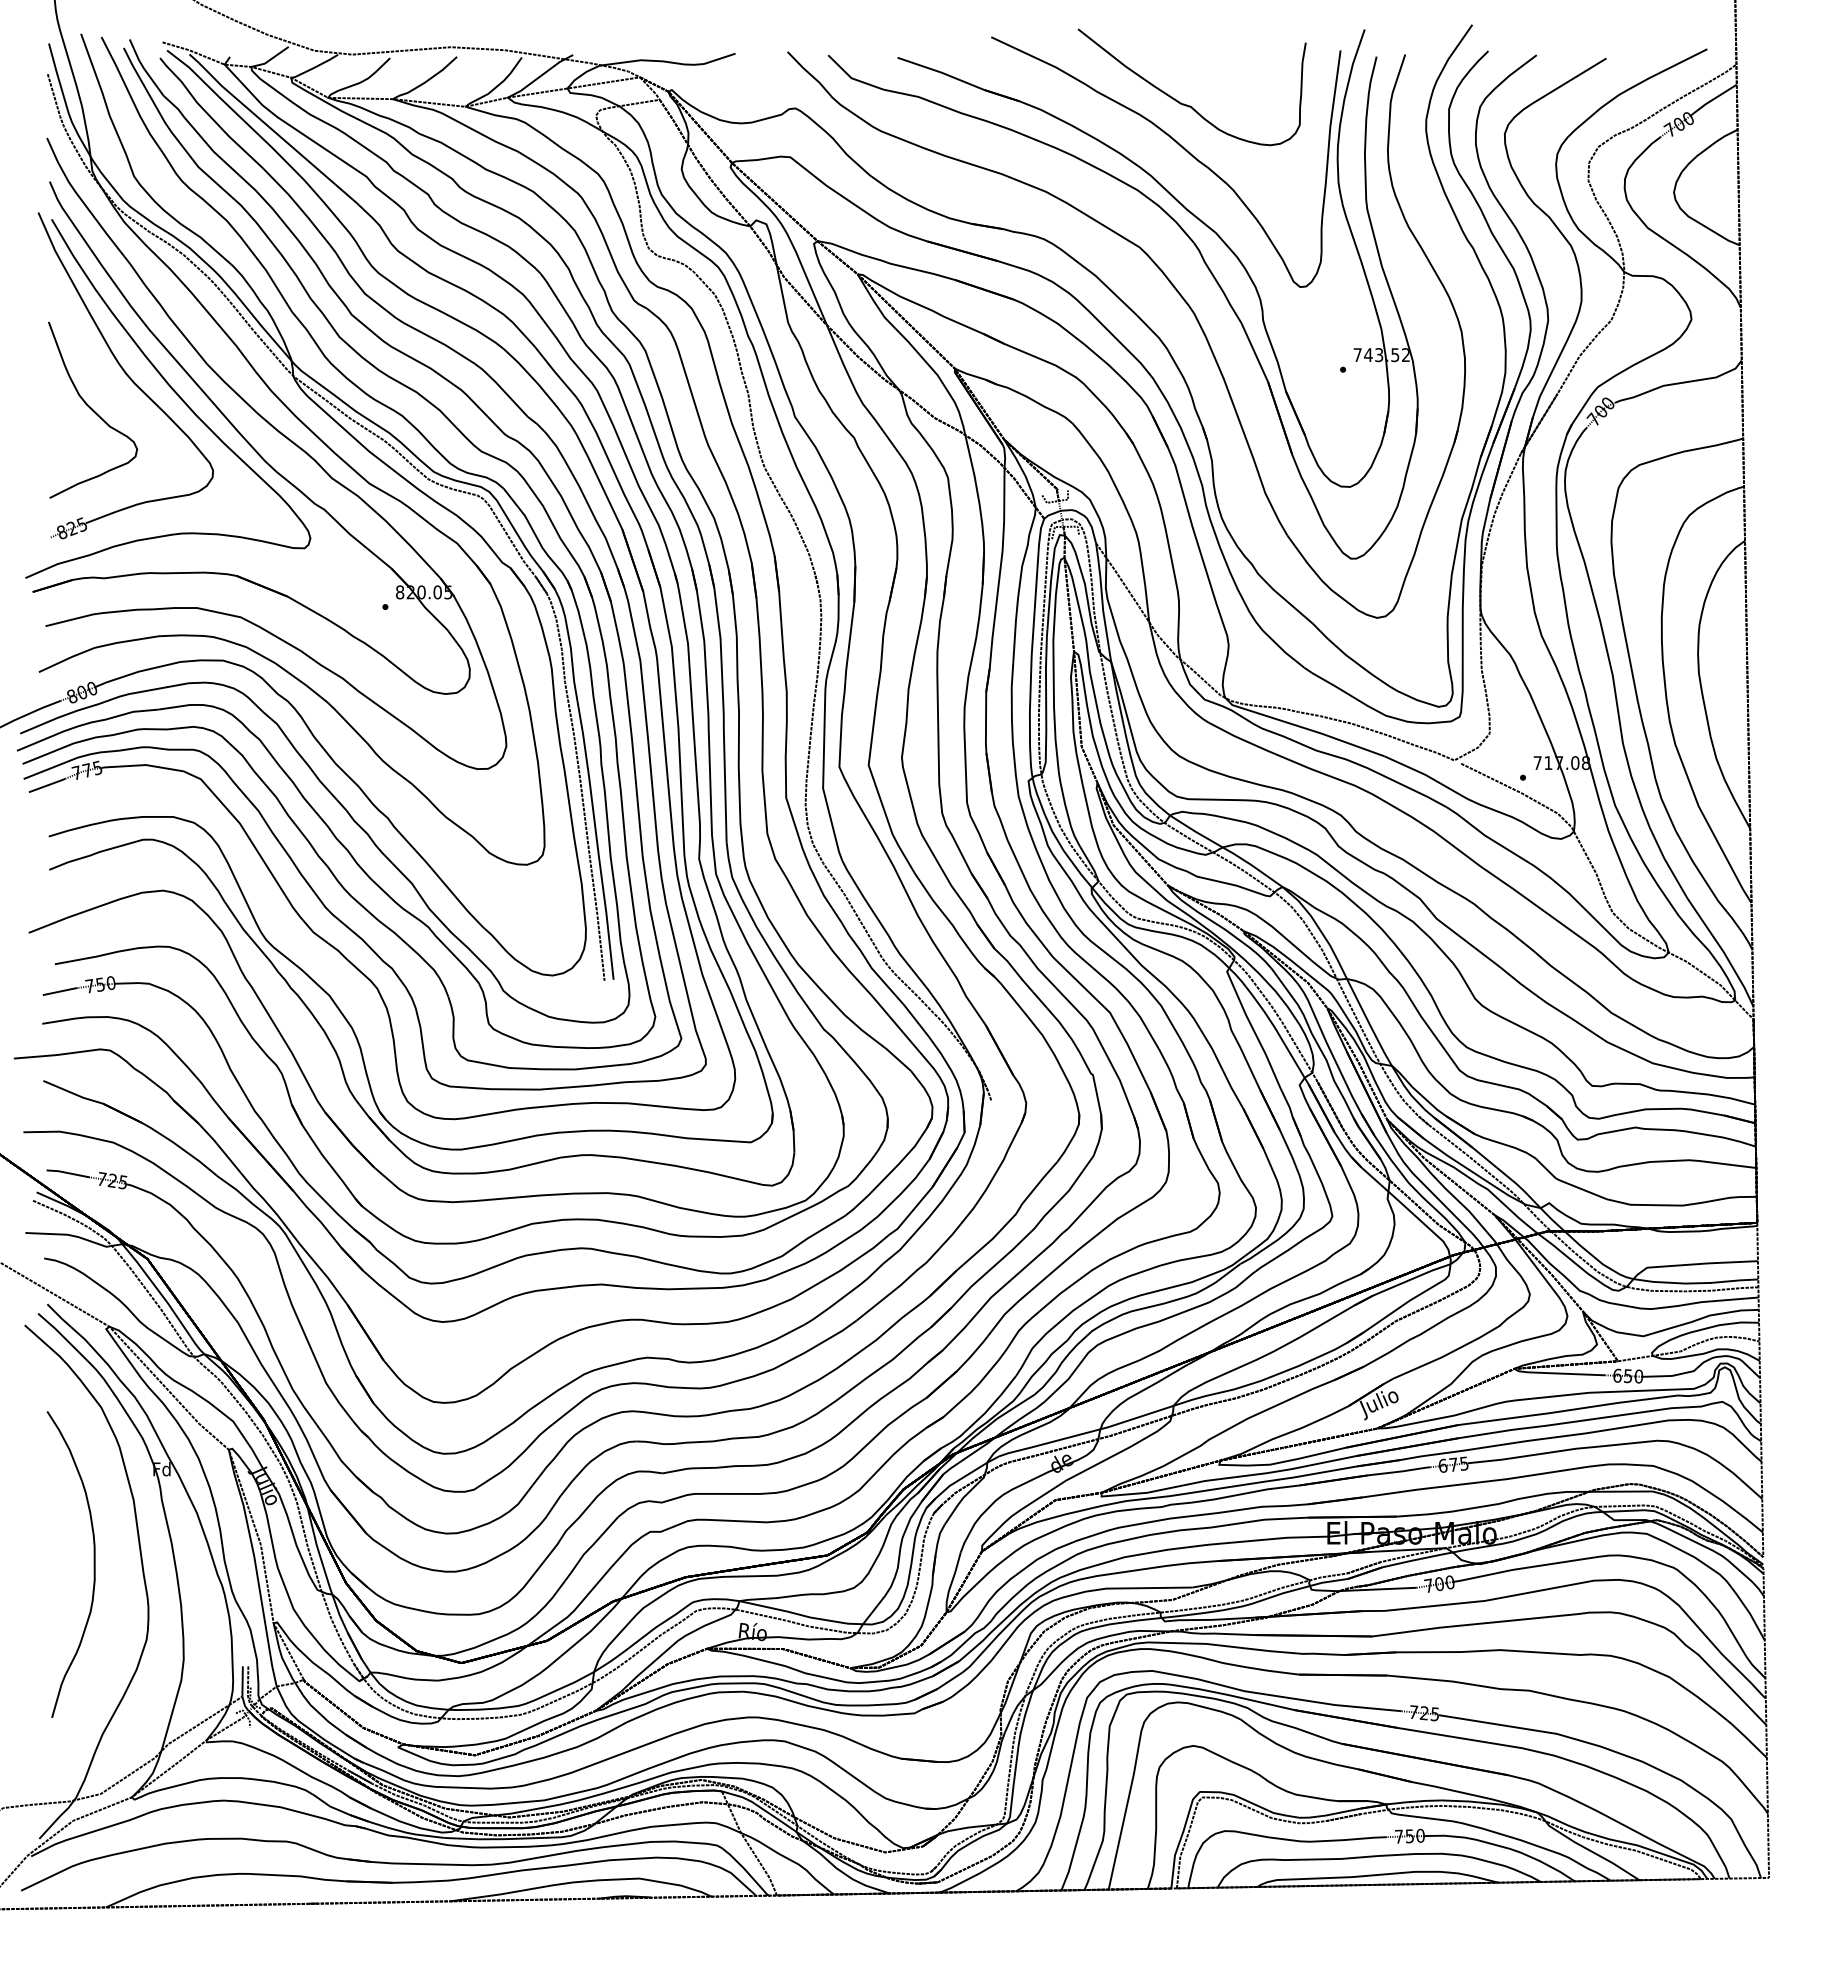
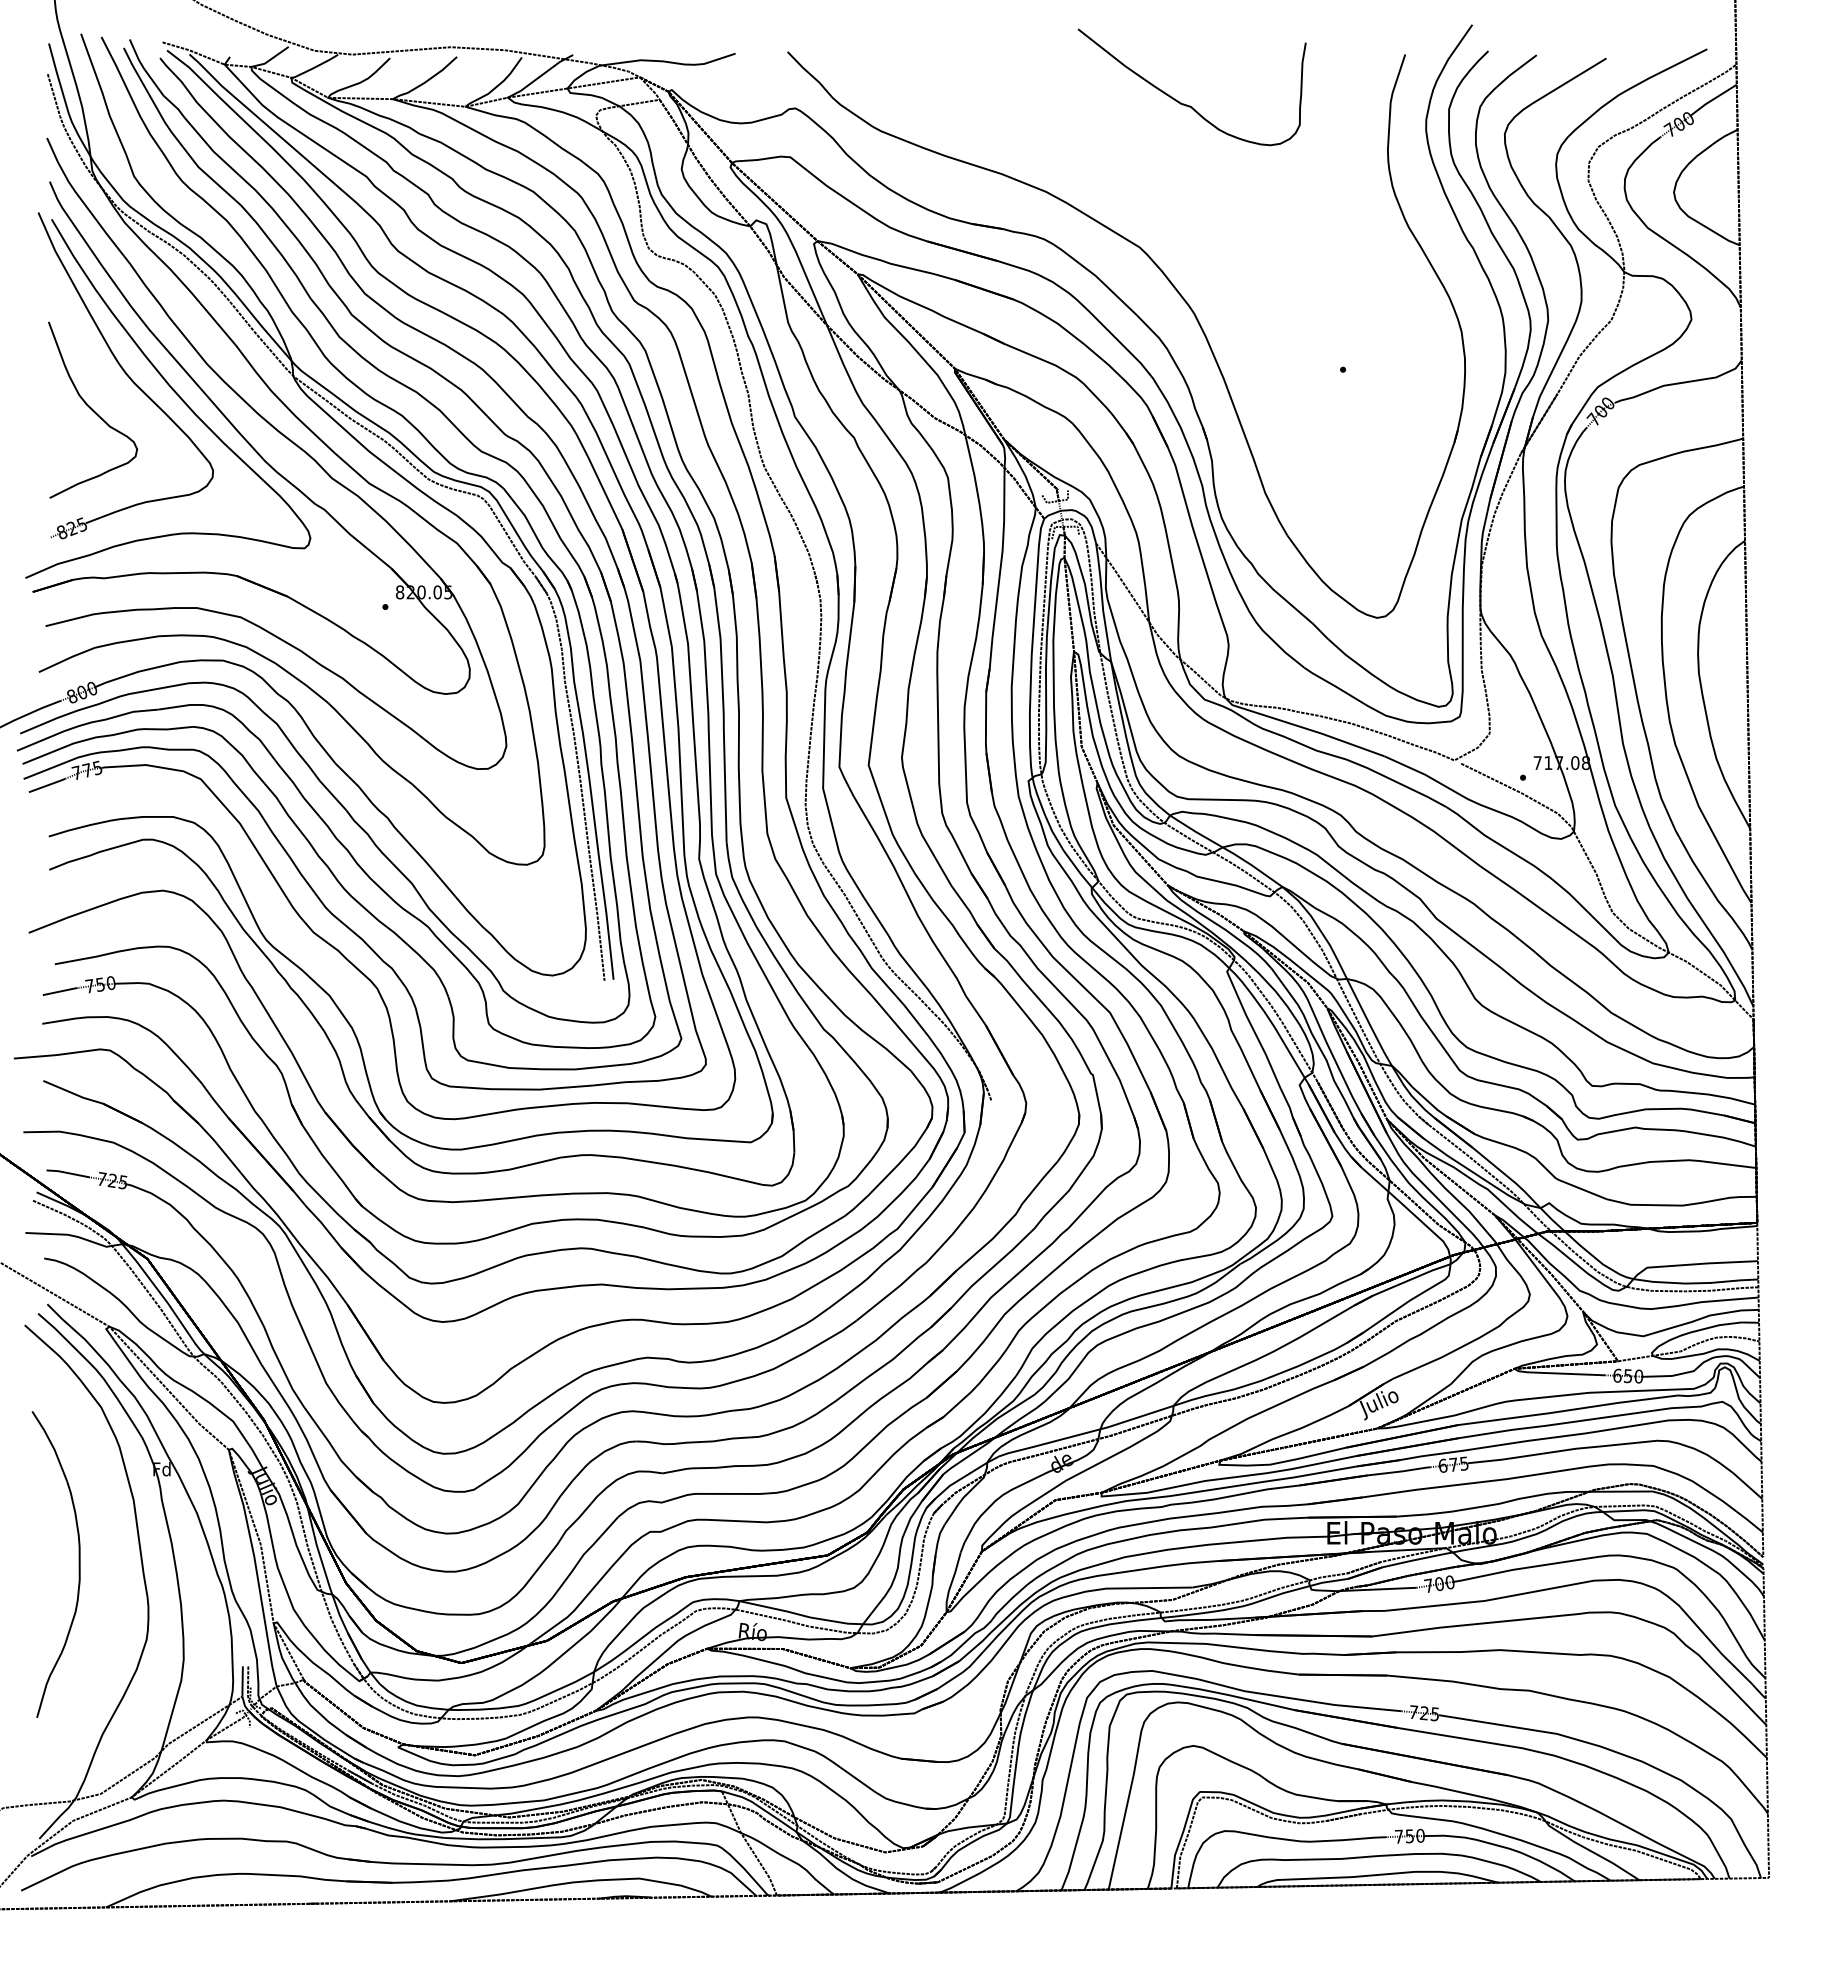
part at (1188, 238): present -> none
part at (93, 1564) position: (93, 1564) -> (78, 1564)
